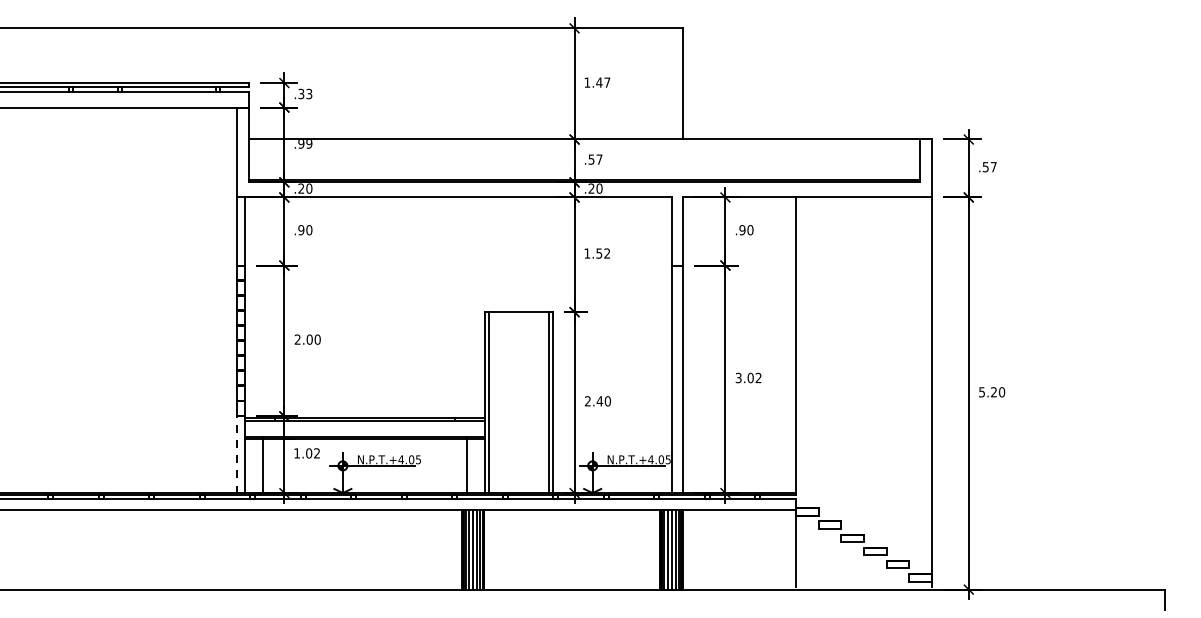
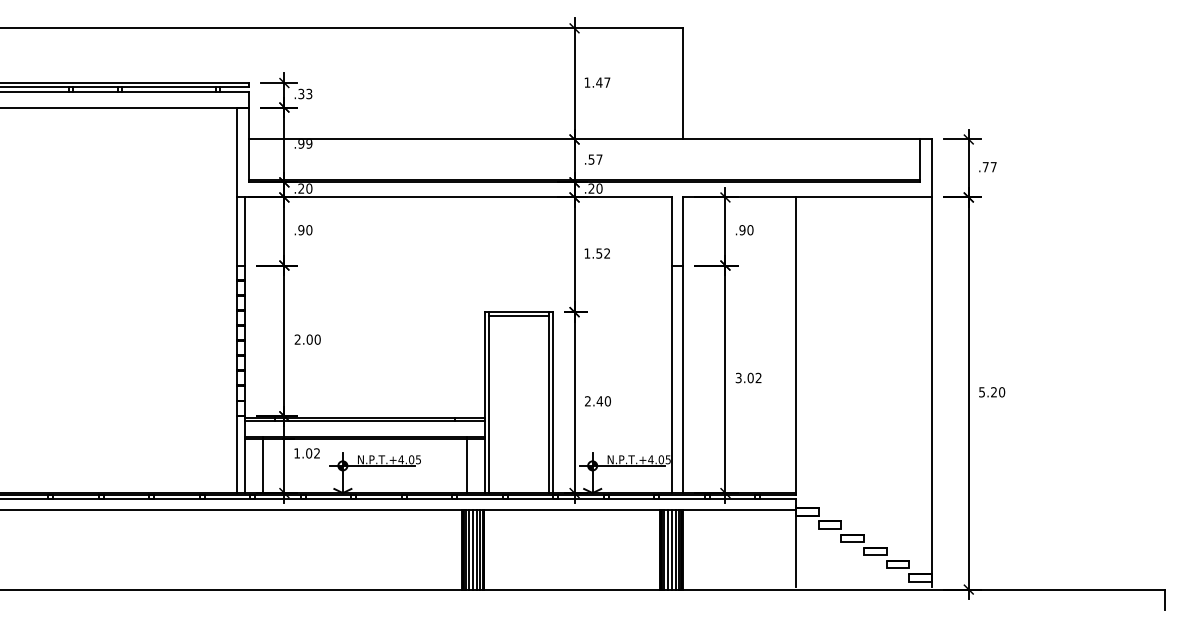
text at (985, 167): .57 -> .77
line at (518, 315): none -> present
line at (237, 454): dashed -> solid
